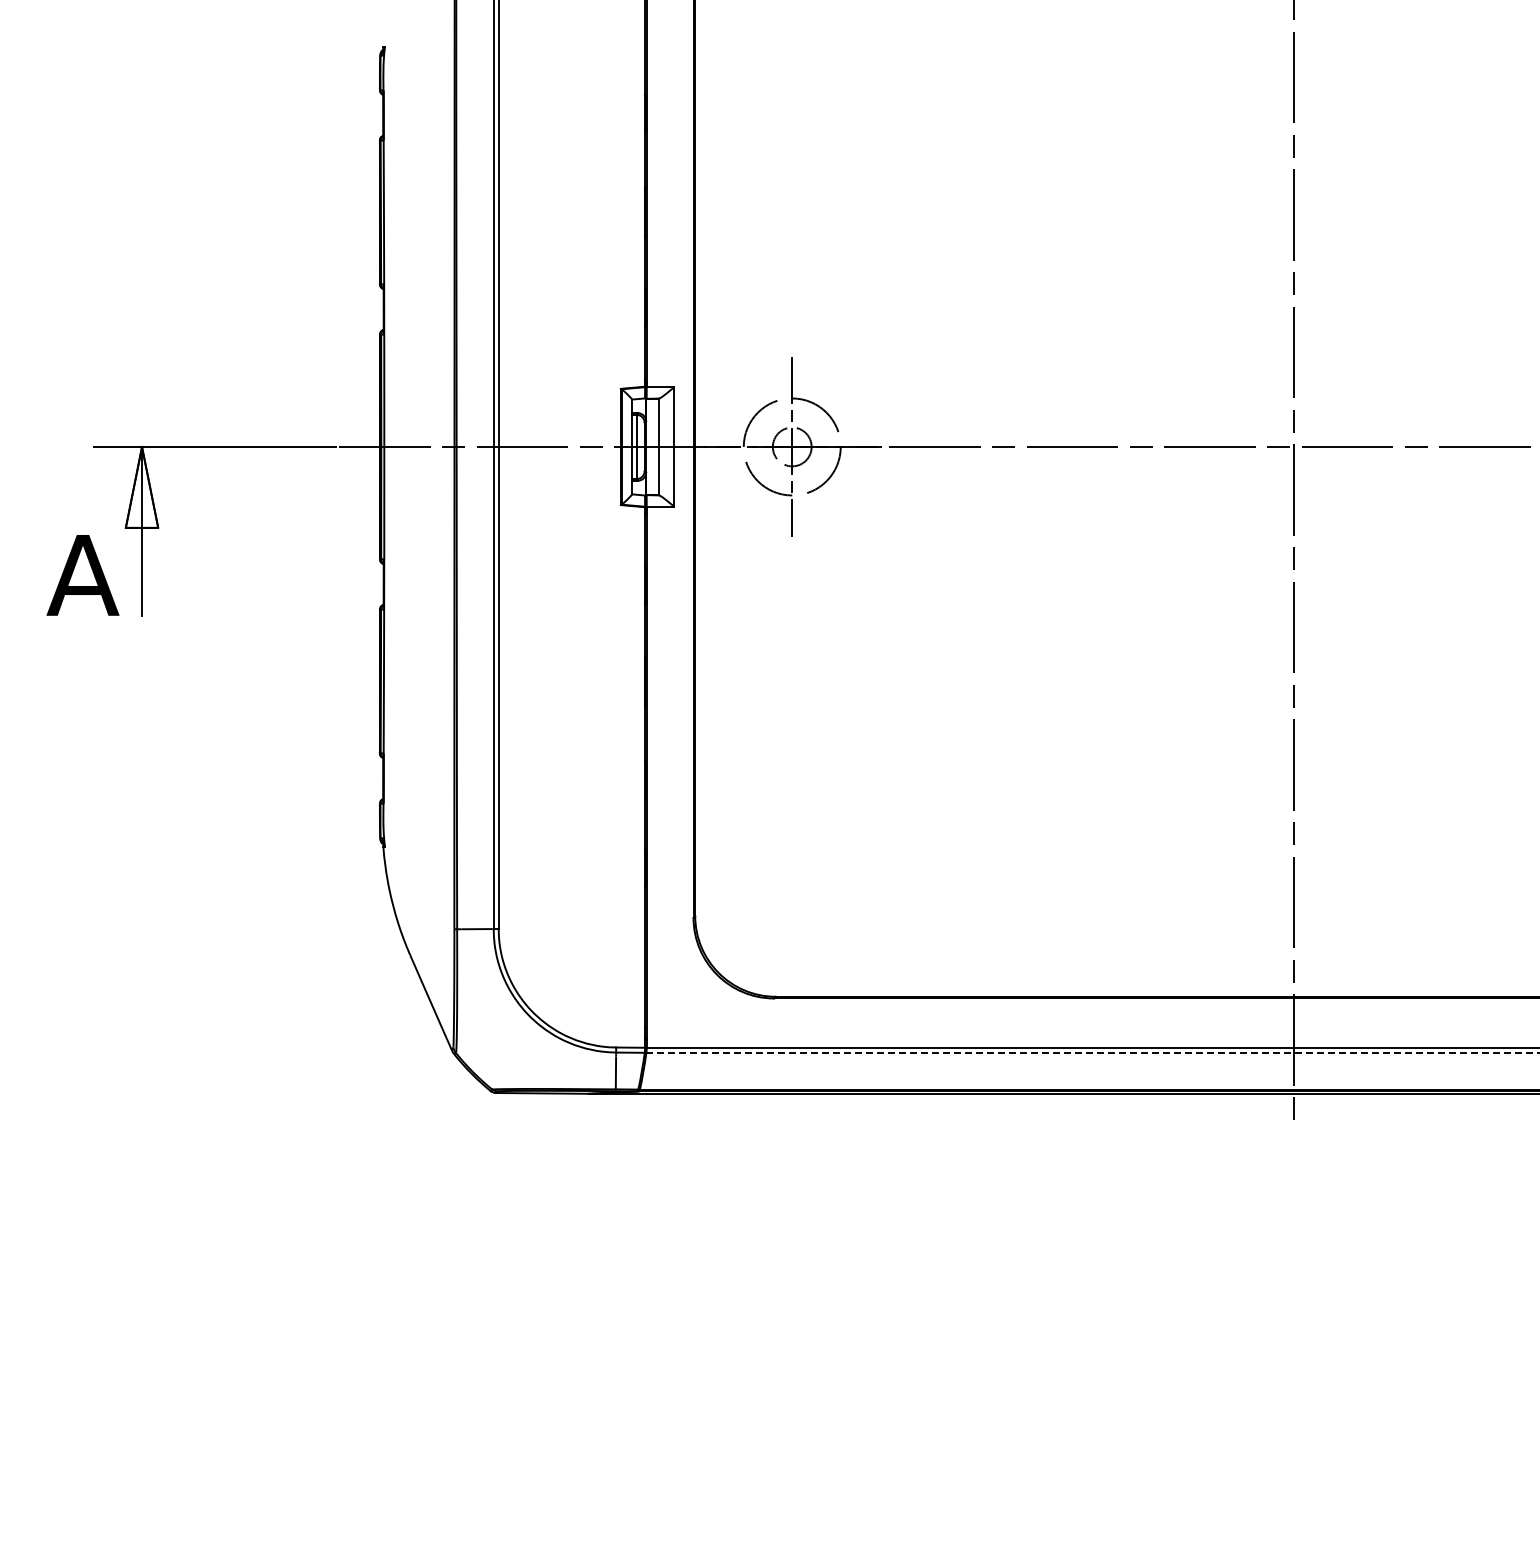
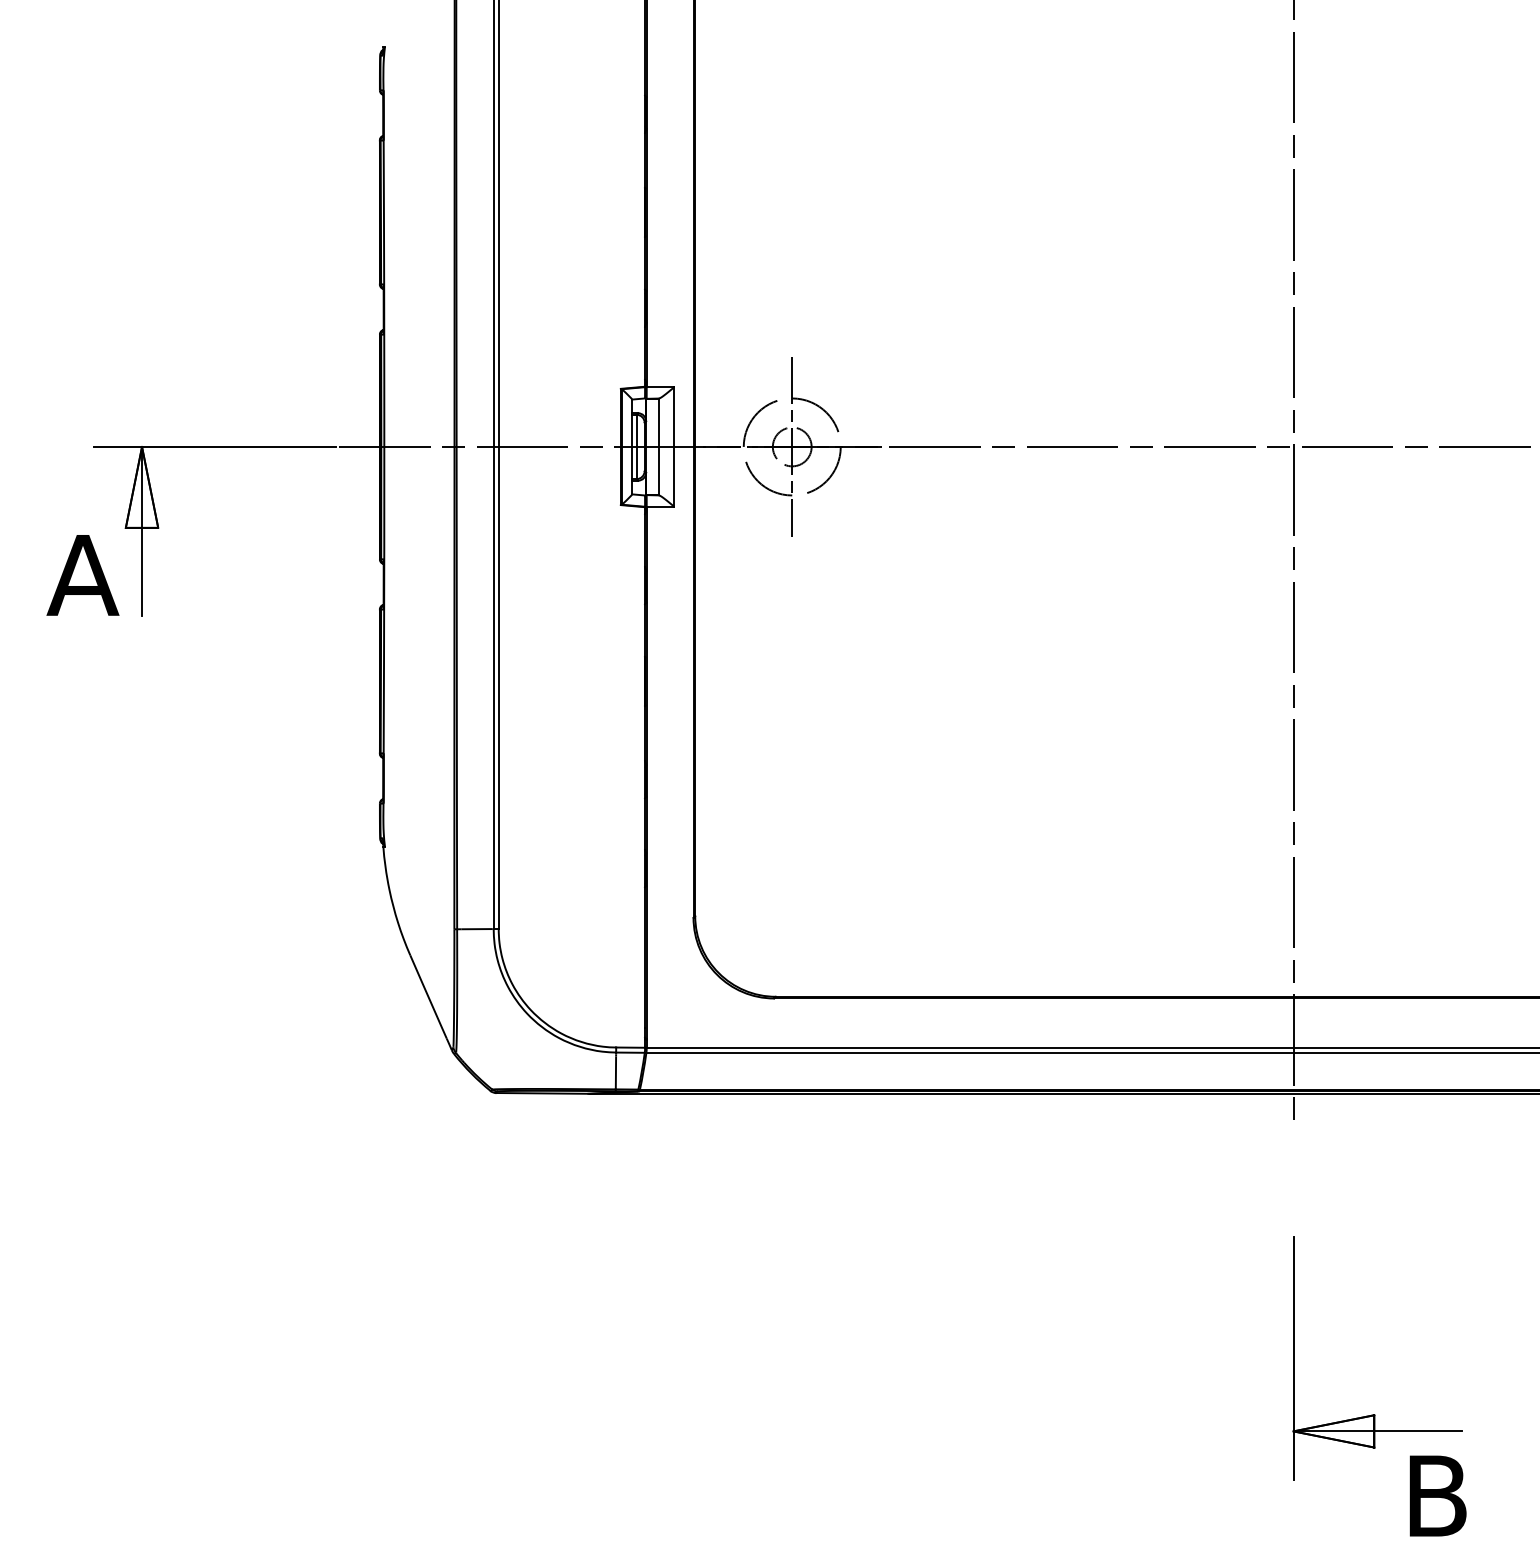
line at (1093, 1052): dashed -> solid
part at (1375, 1414): none -> present
